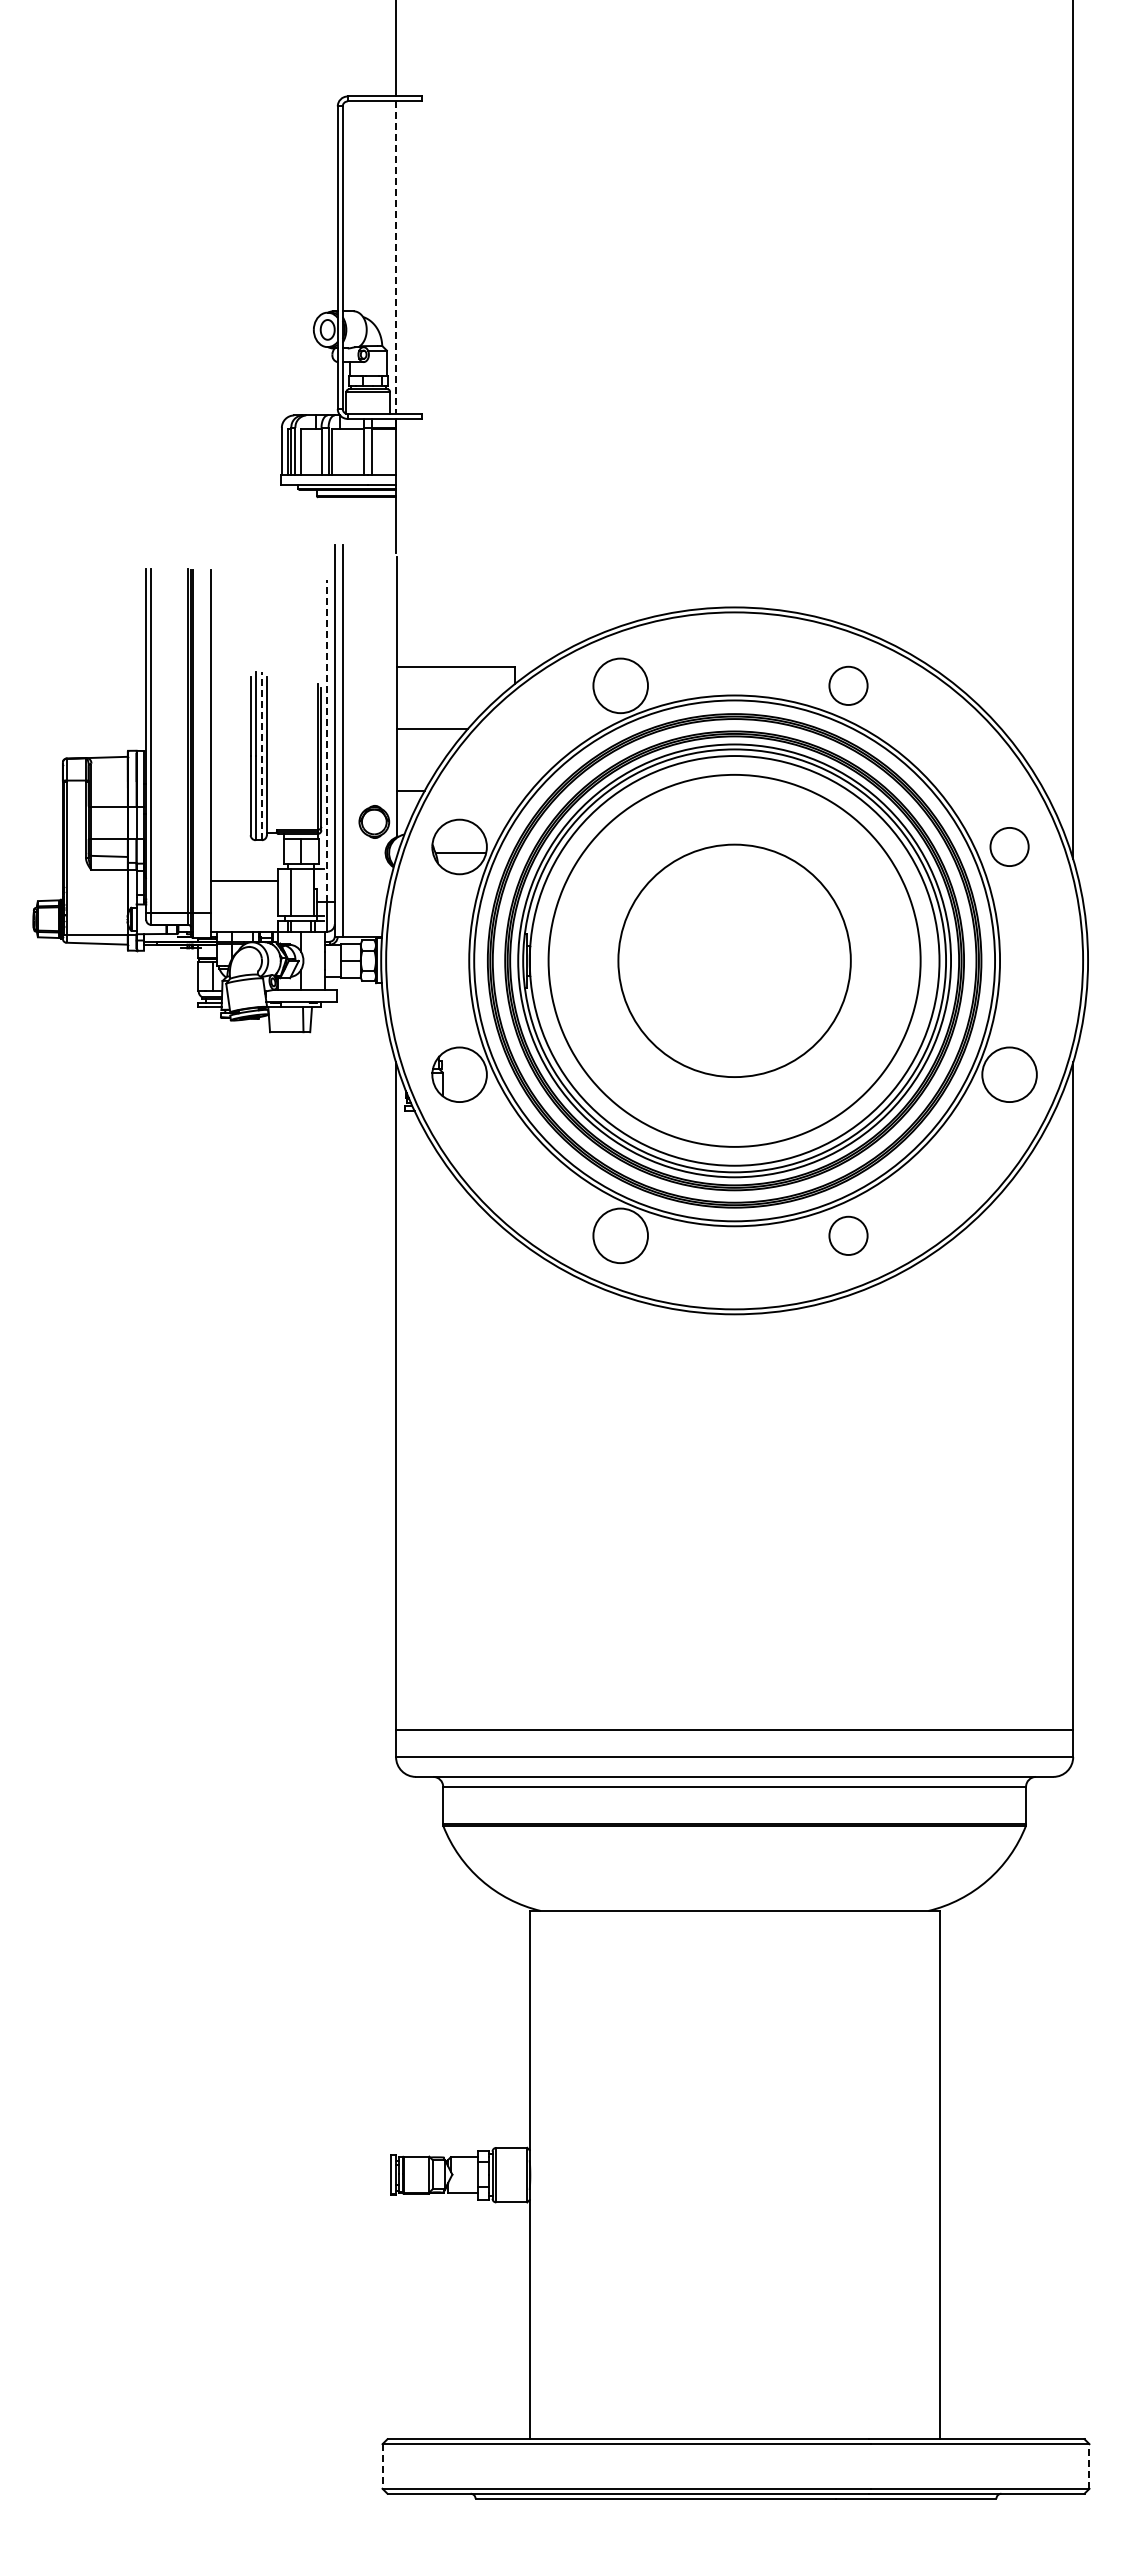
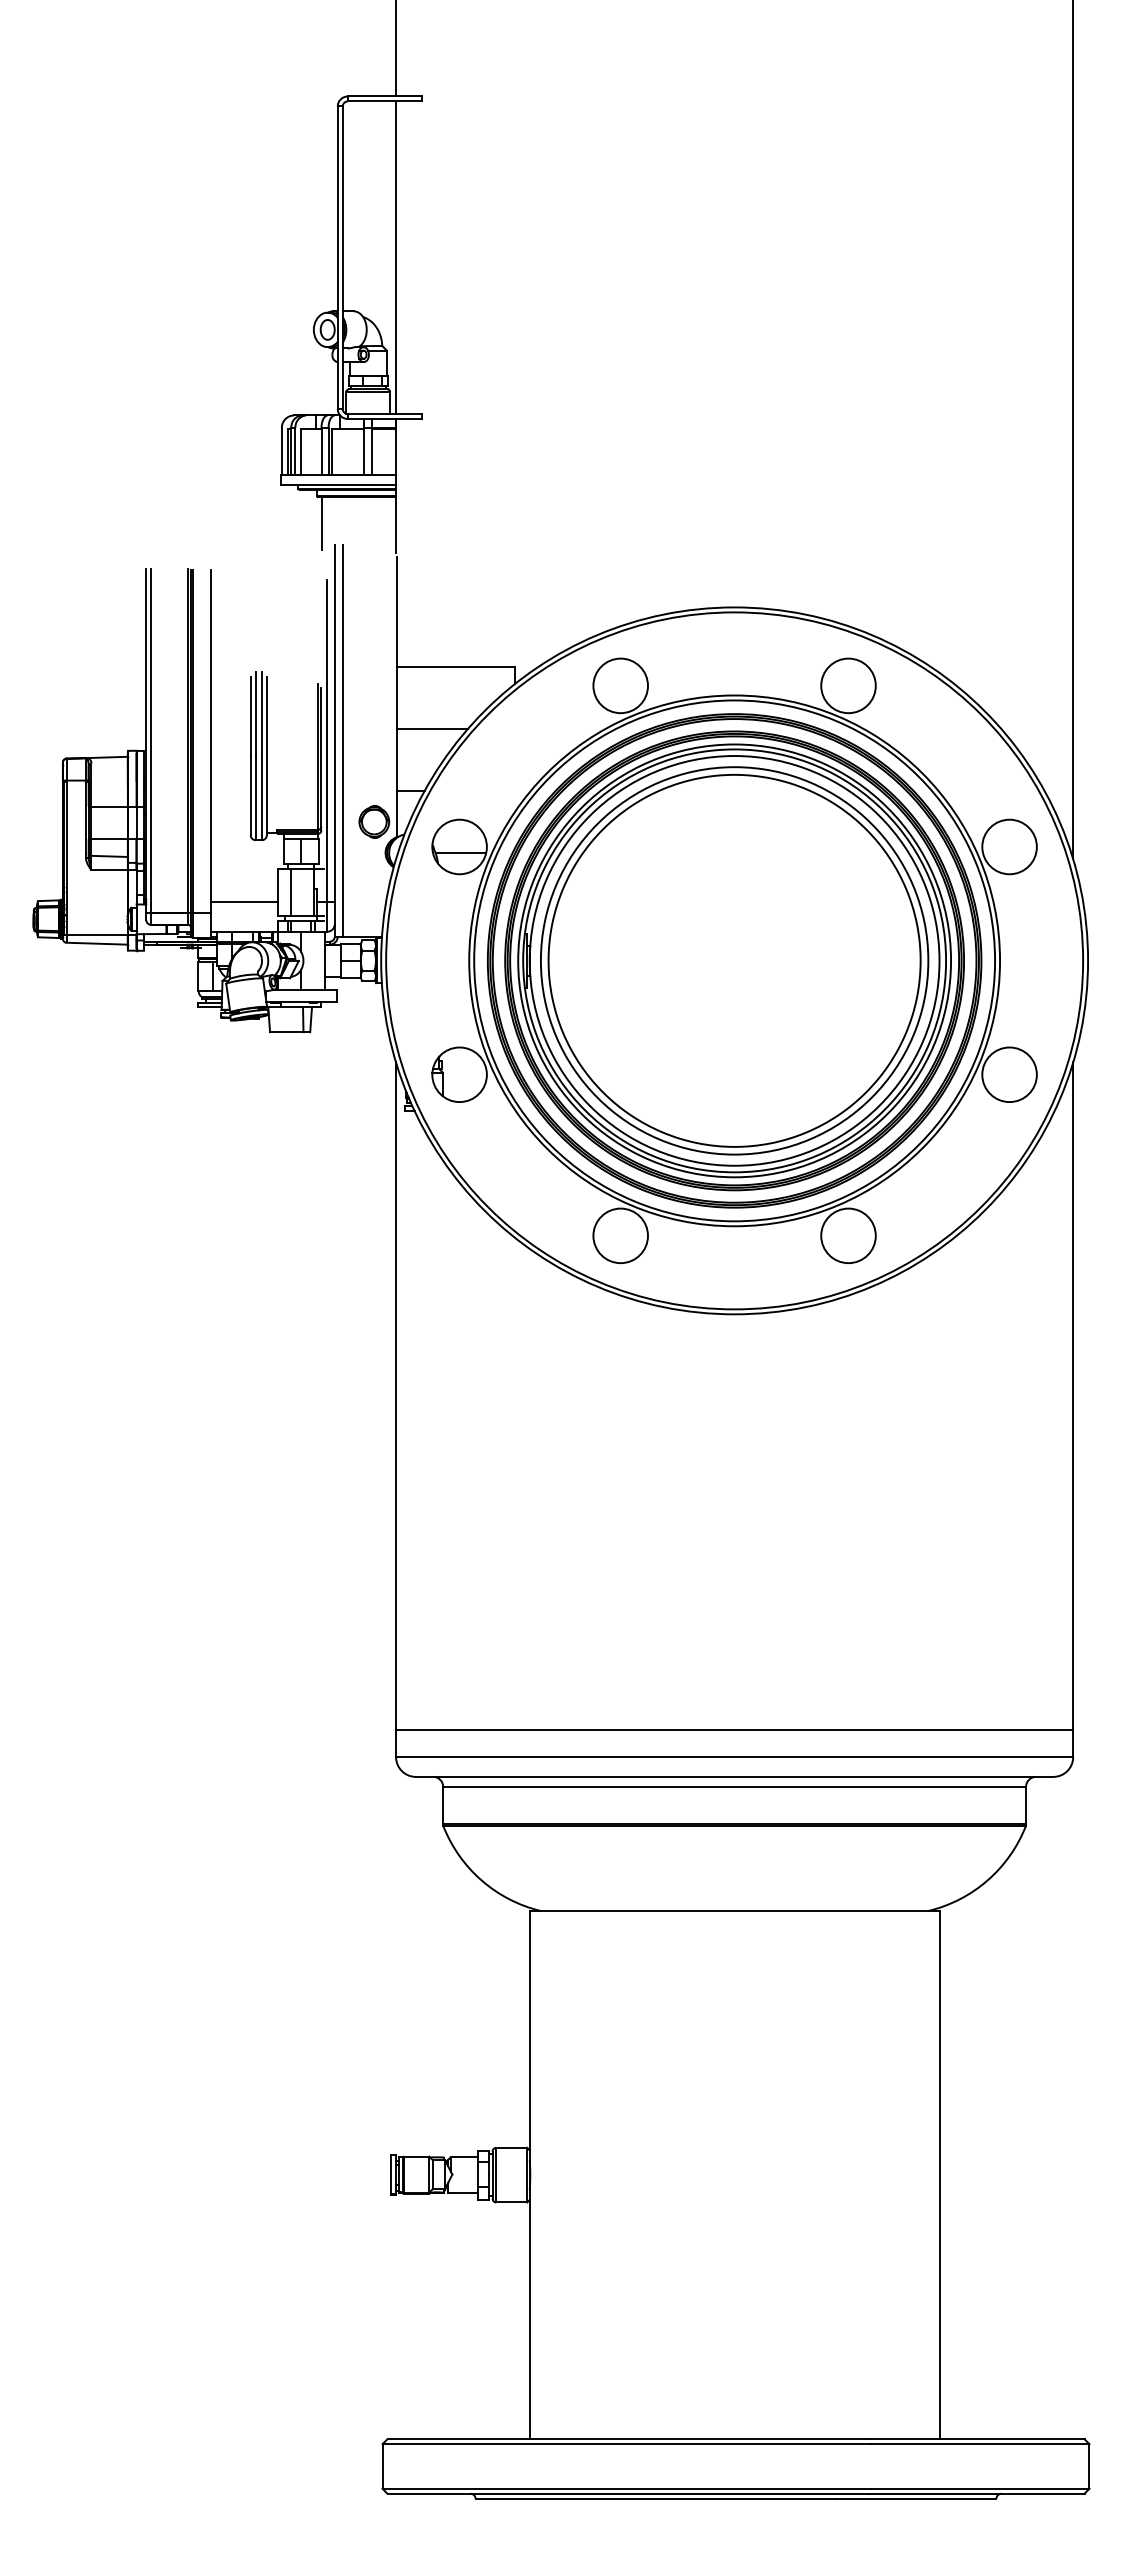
line at (396, 258): dashed -> solid
line at (322, 523): none -> present
circle at (848, 685) diameter: 38 px -> 55 px
line at (327, 740): dashed -> solid
line at (261, 755): dashed -> solid
circle at (1009, 846) diameter: 38 px -> 55 px
line at (244, 880) position: (244, 880) -> (244, 901)
circle at (734, 960) diameter: 232 px -> 387 px
circle at (848, 1235) diameter: 38 px -> 55 px
line at (1089, 2465): dashed -> solid
line at (382, 2466): dashed -> solid
